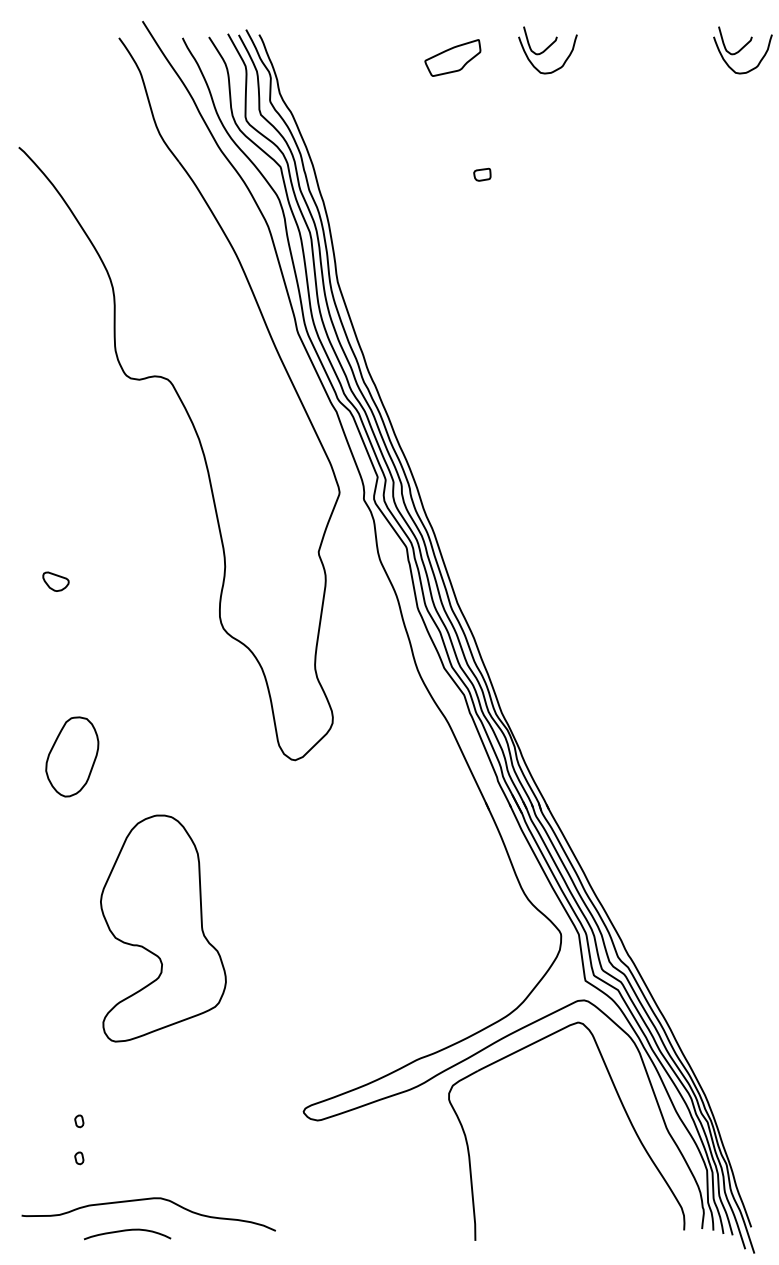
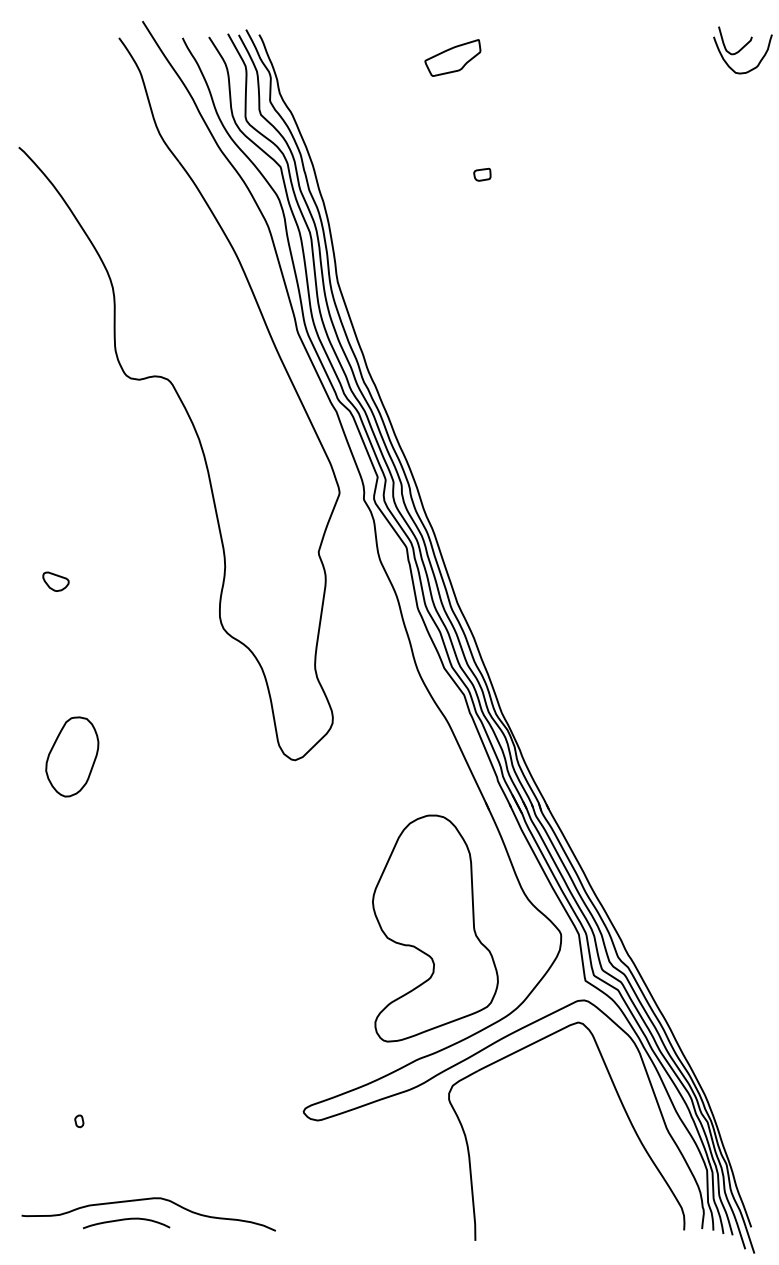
part at (547, 50): present -> none
part at (163, 928) position: (163, 928) -> (435, 928)
part at (79, 1158): present -> none
curve at (127, 1231) position: (127, 1231) -> (126, 1220)
